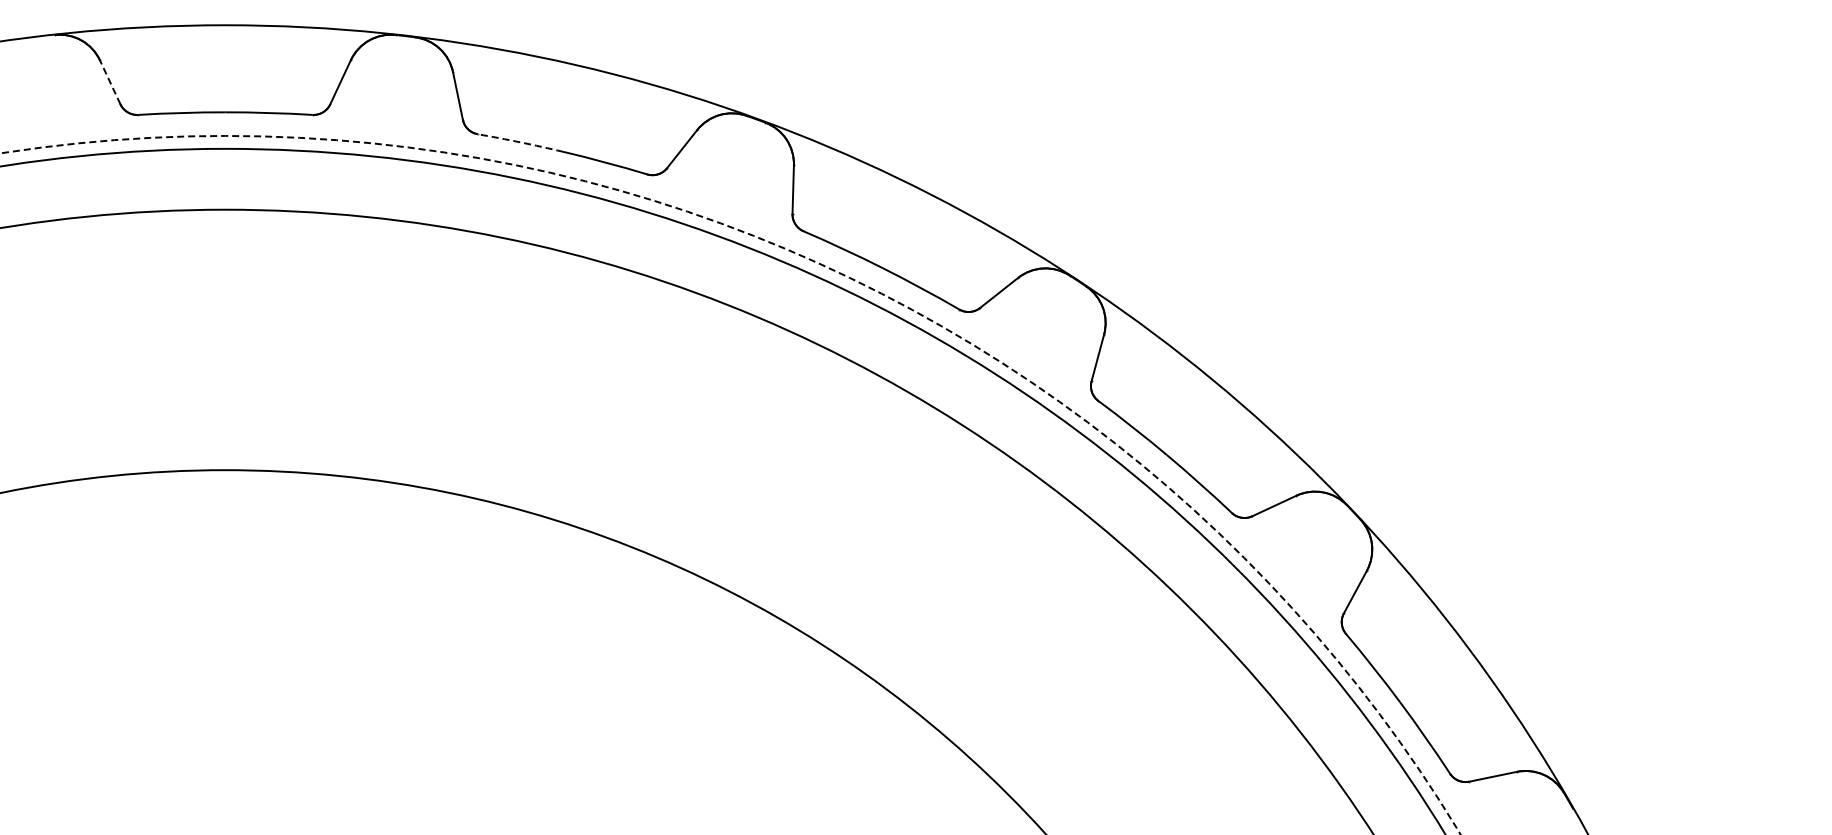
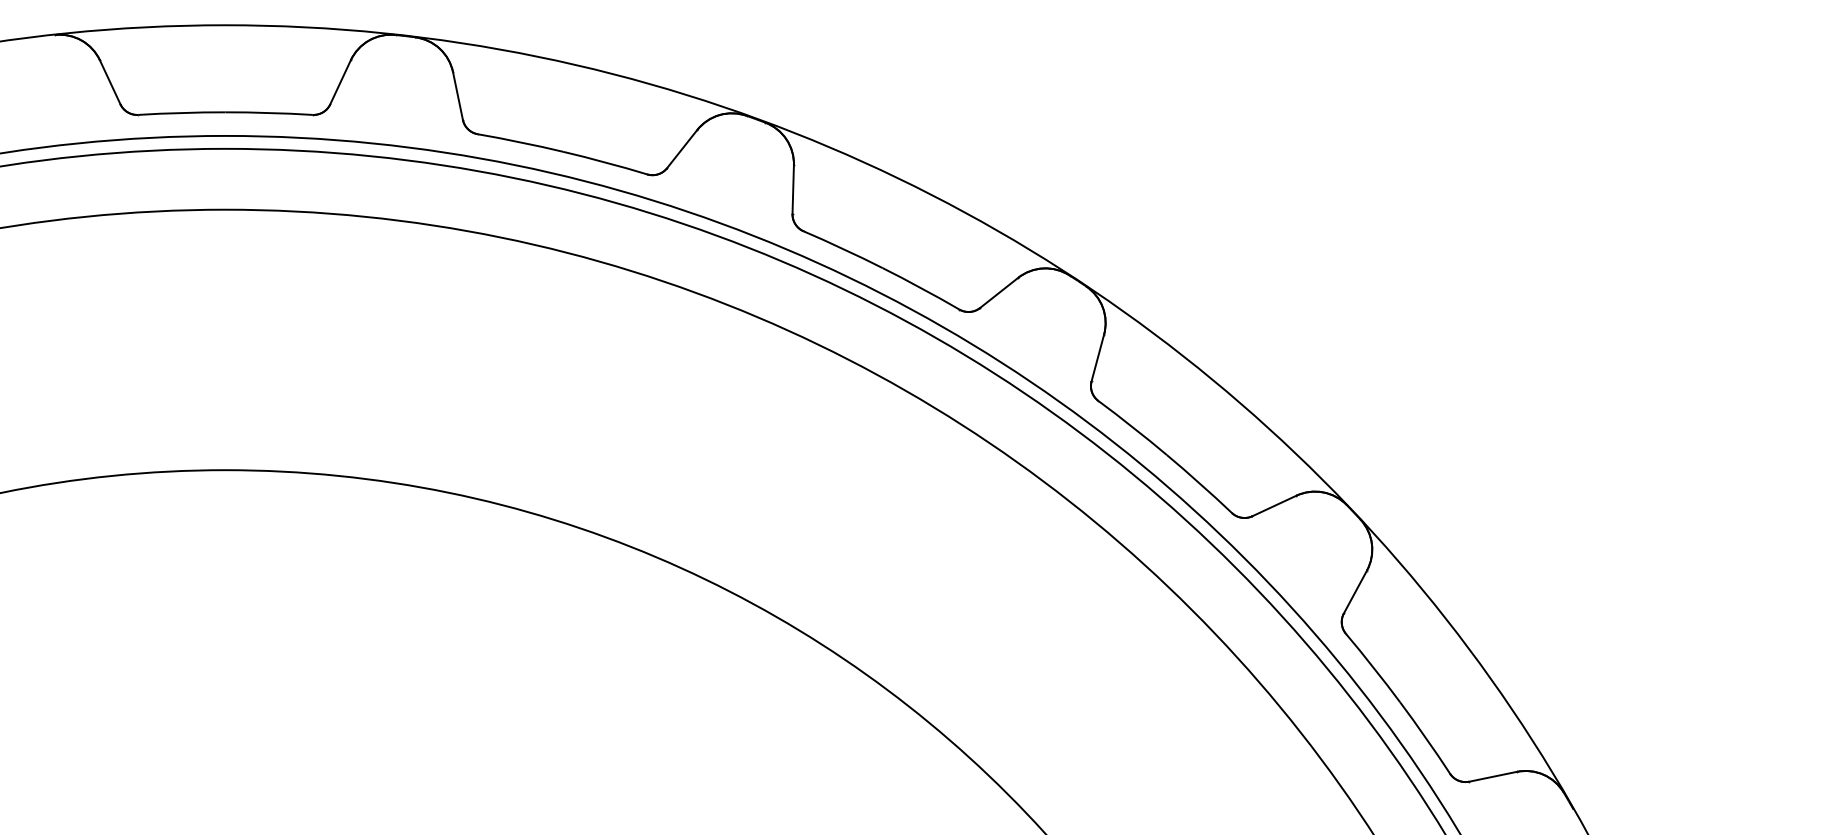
line at (109, 81): dashed -> solid
arc at (520, 142): dashed -> solid
circle at (730, 484): dashed -> solid
